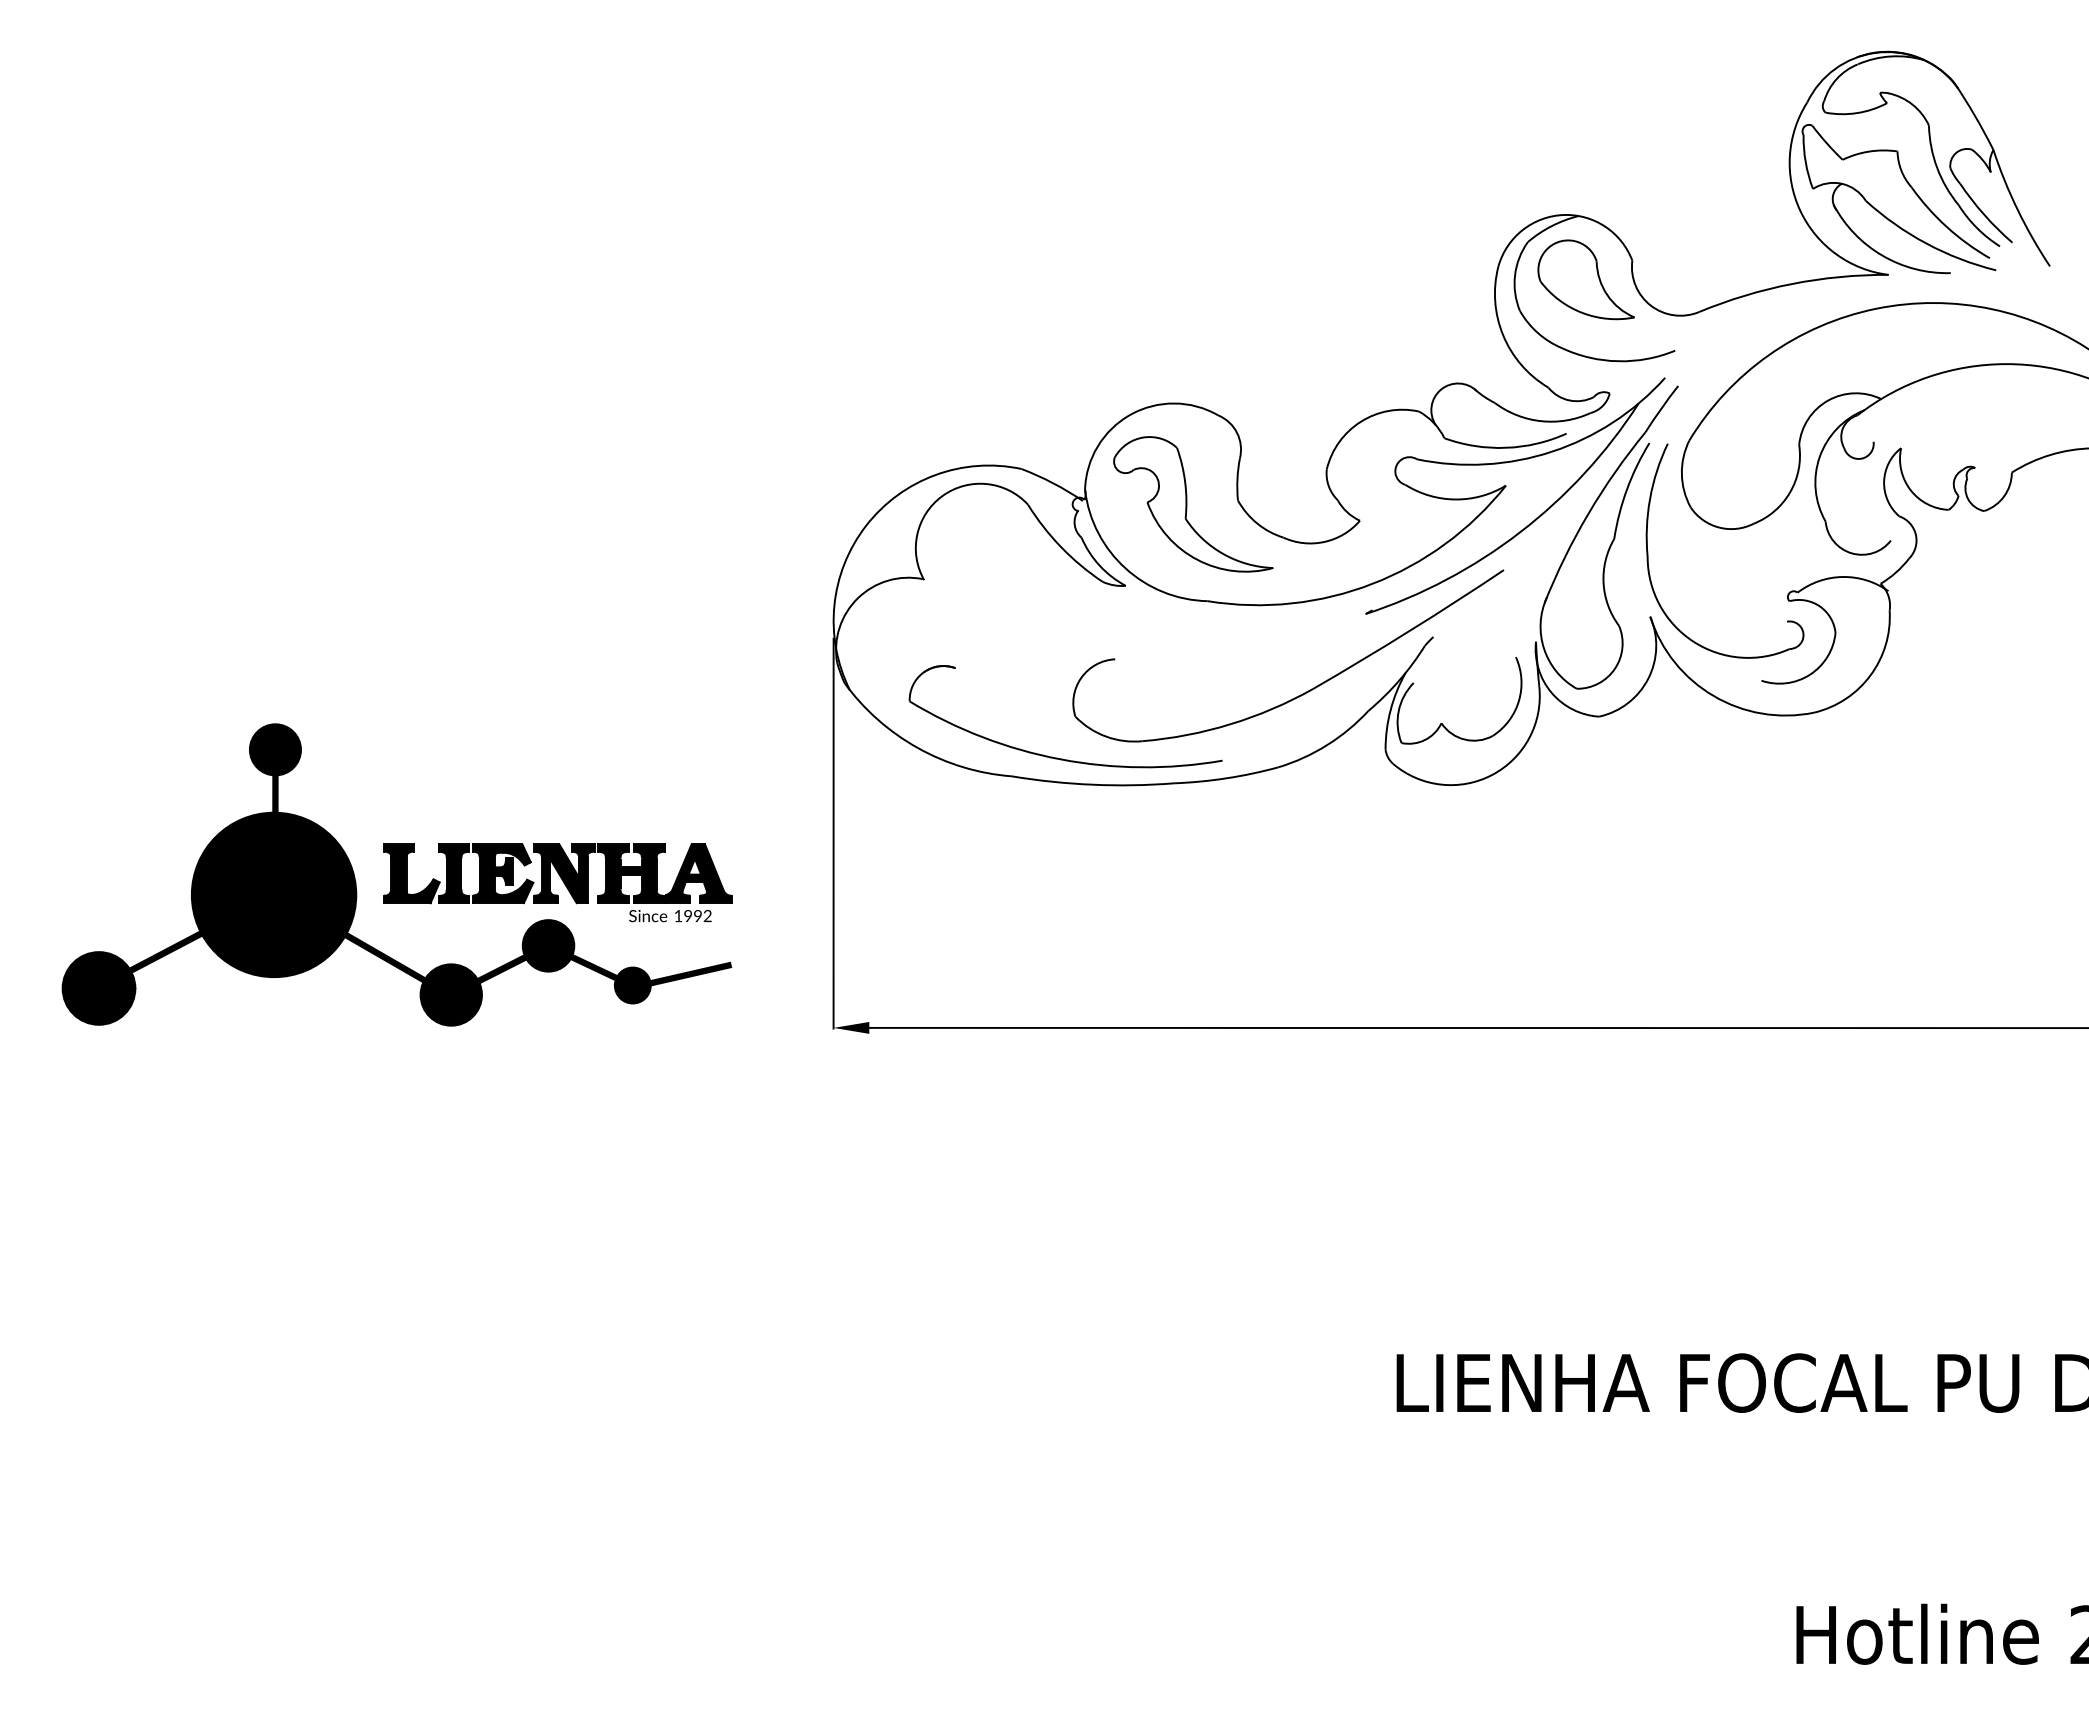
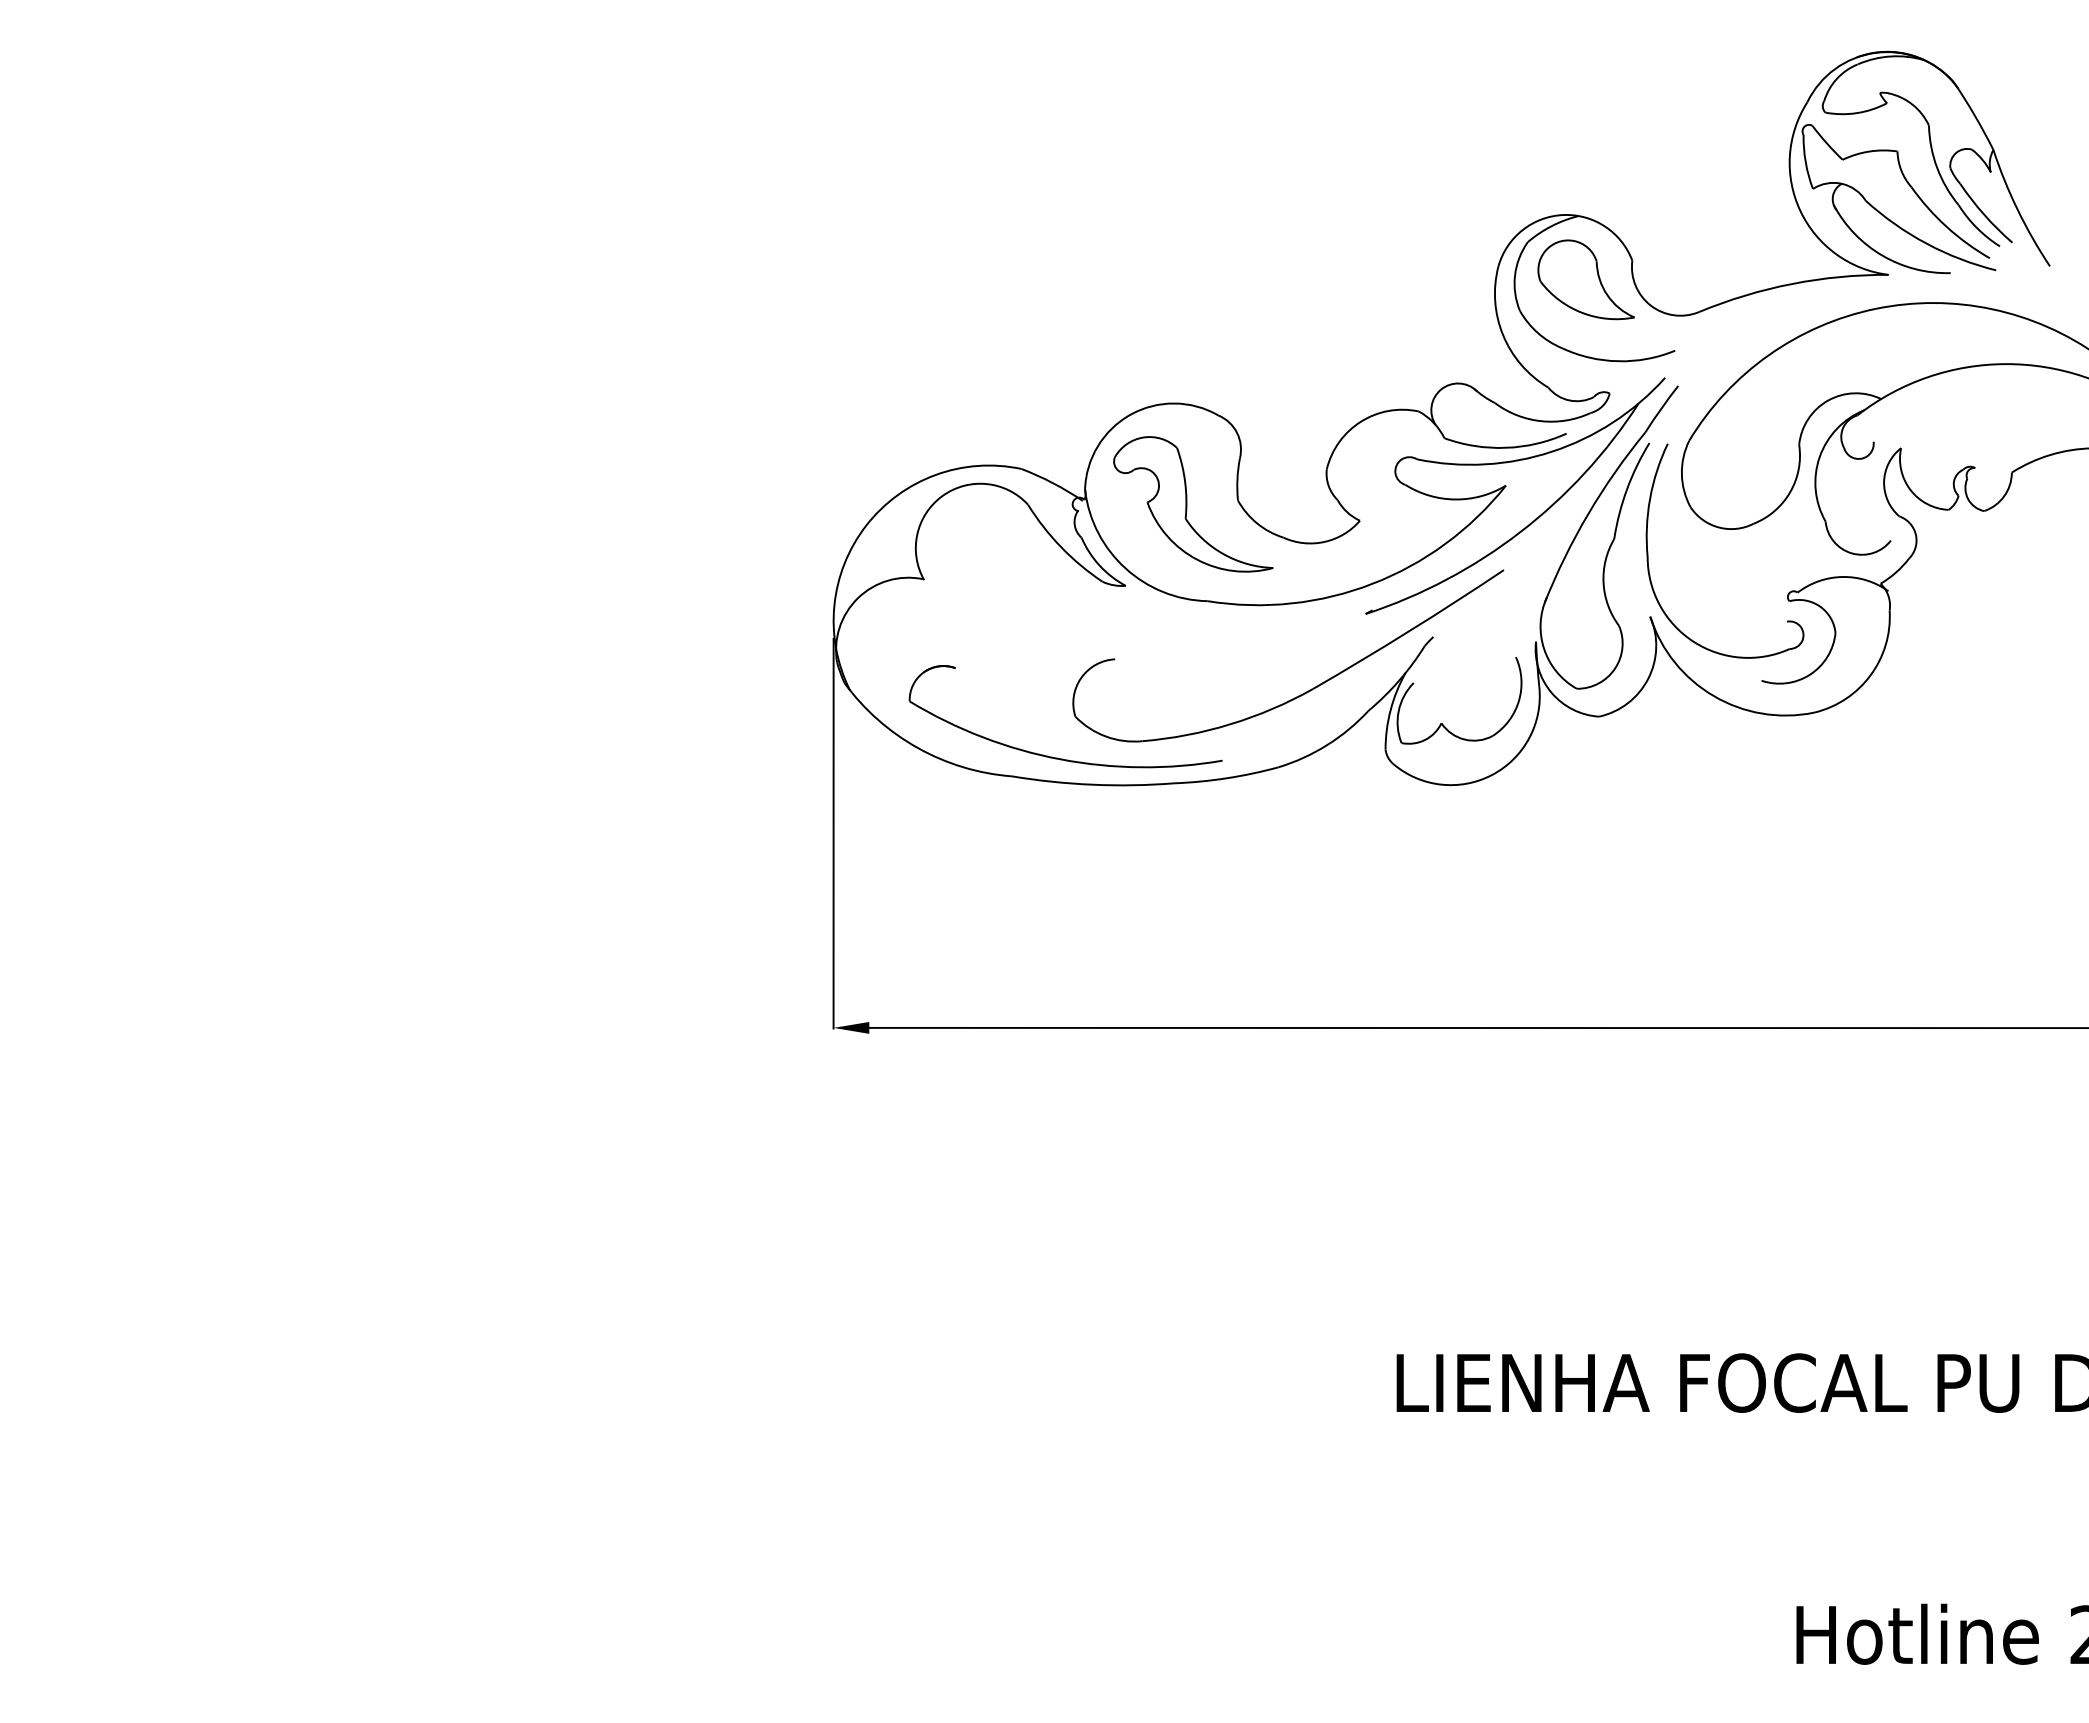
part at (396, 874): present -> none
